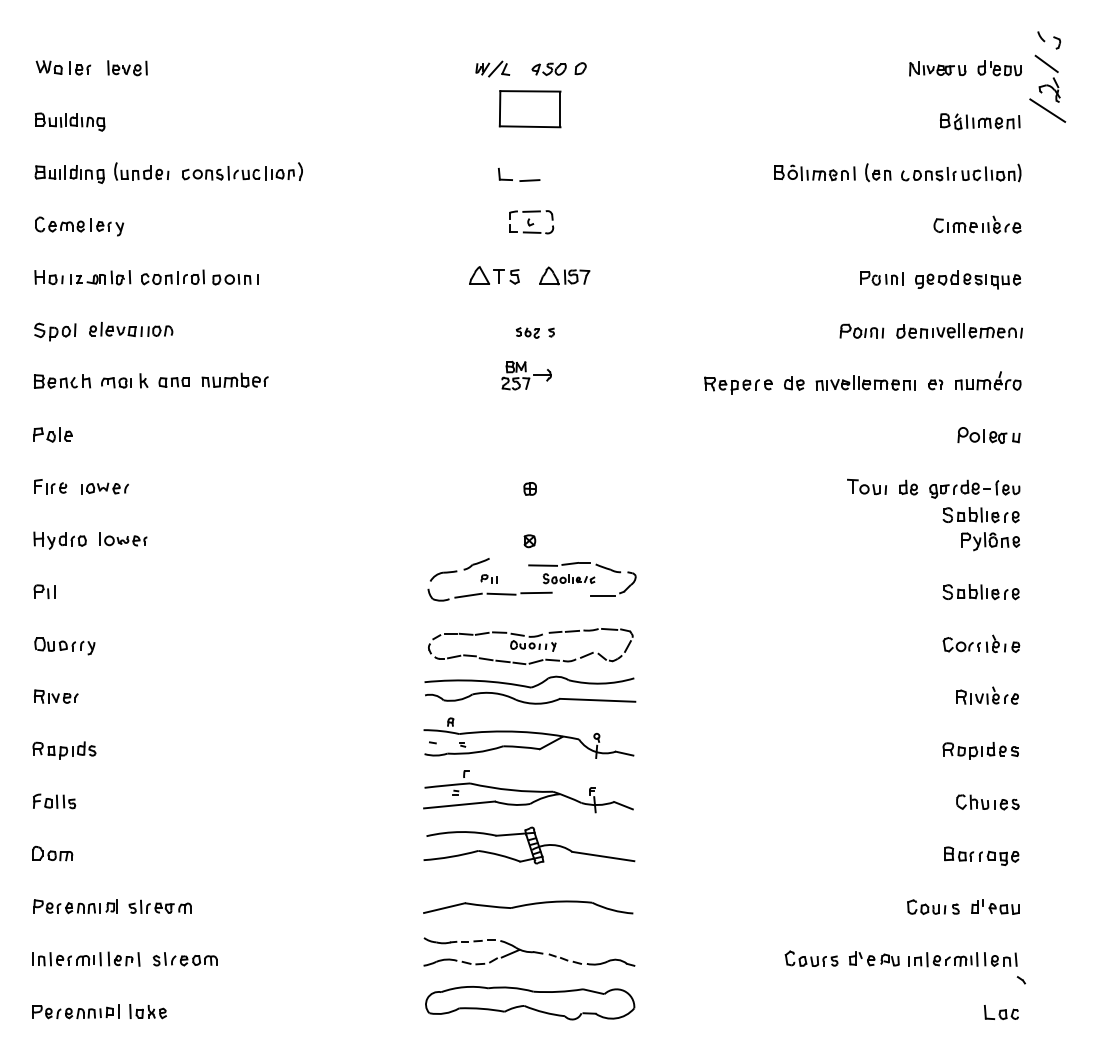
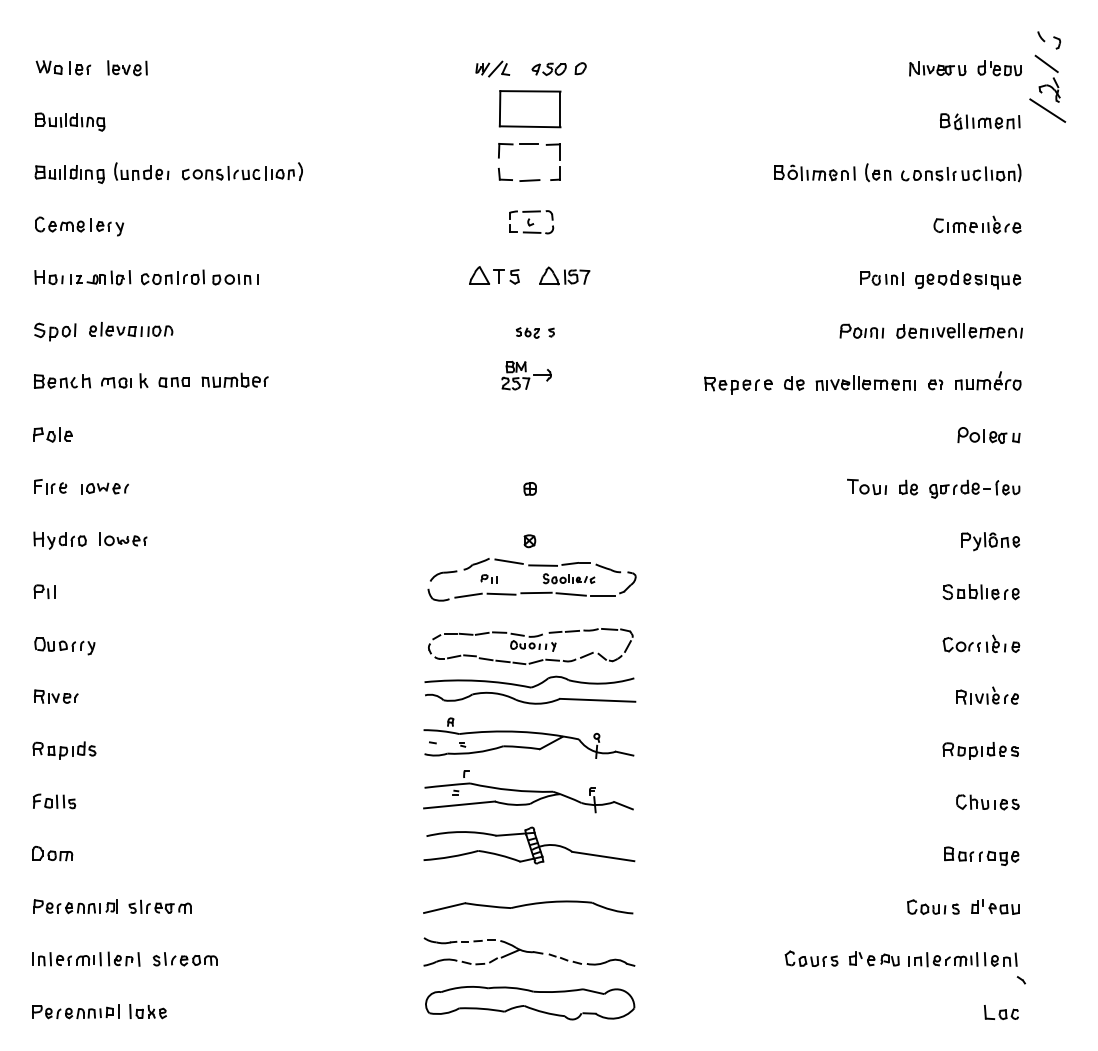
part at (529, 144): none -> present
part at (980, 515): present -> none
line at (508, 561): none -> present
line at (570, 594): none -> present
